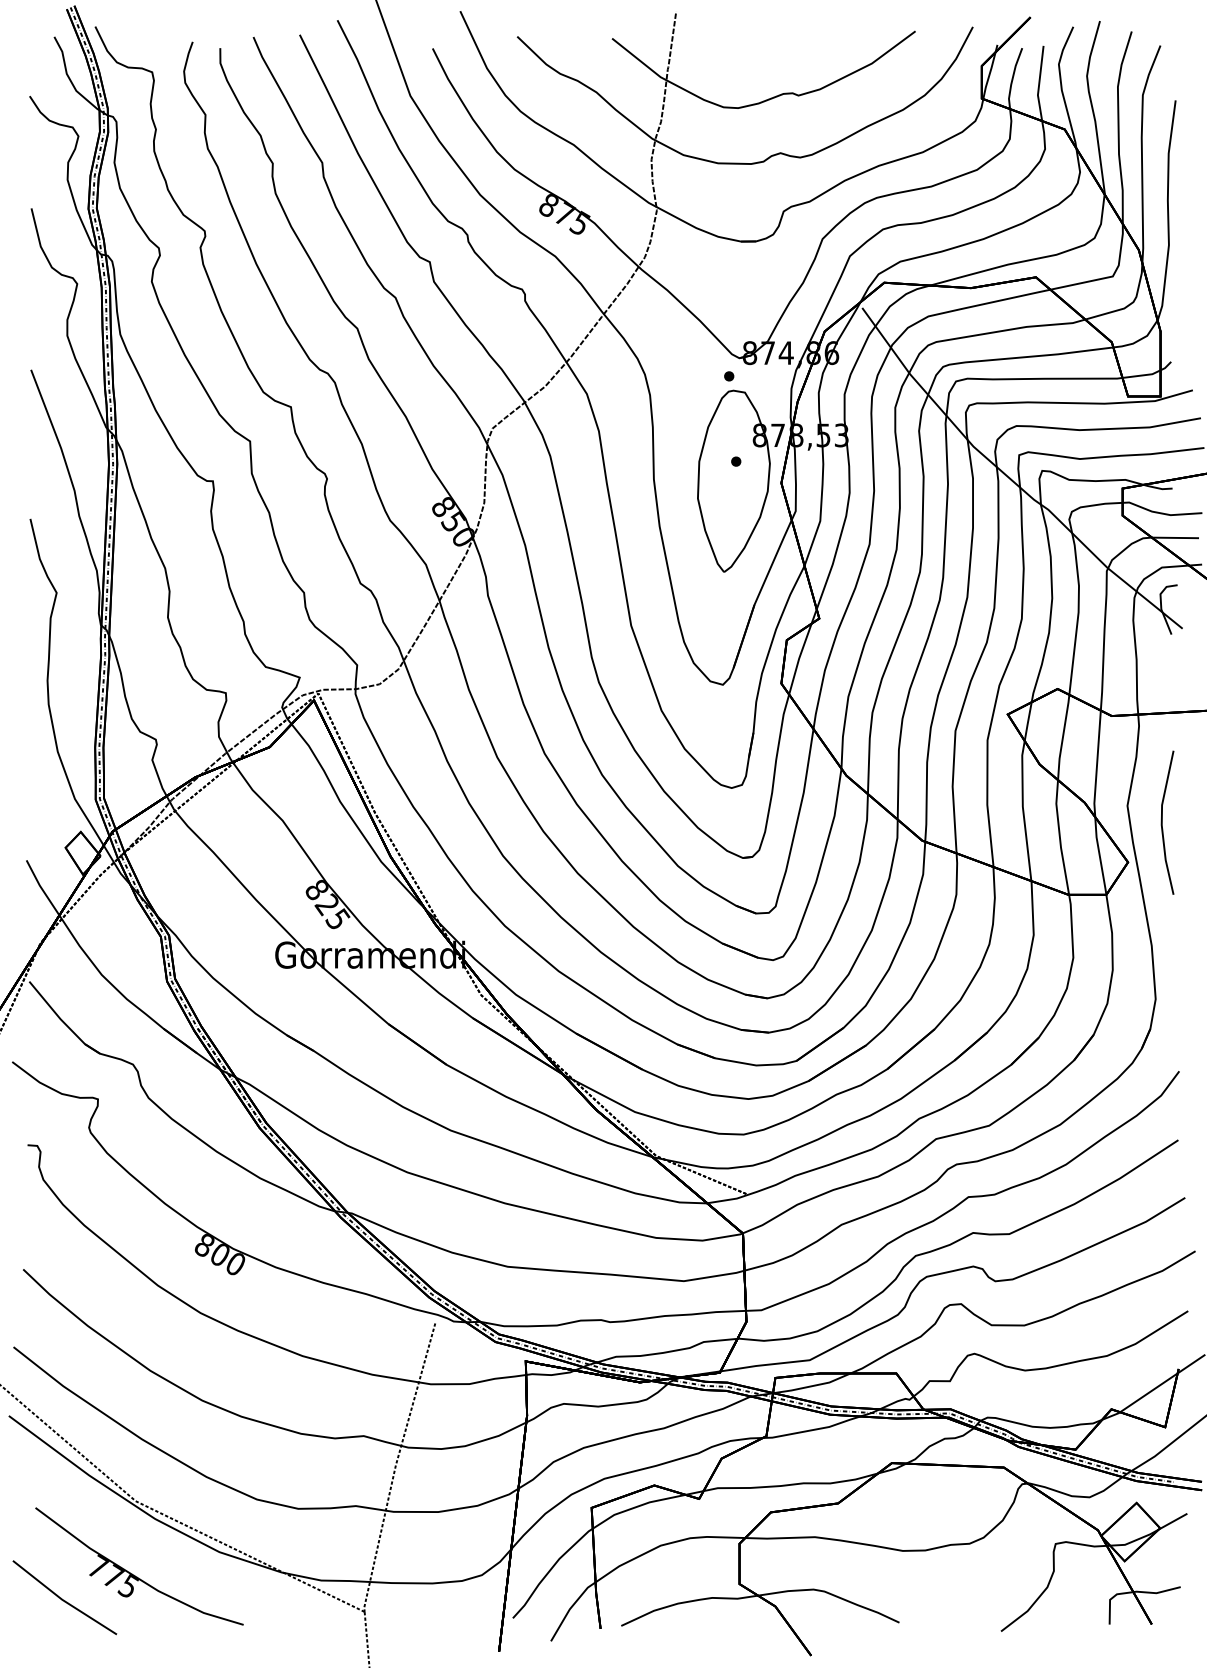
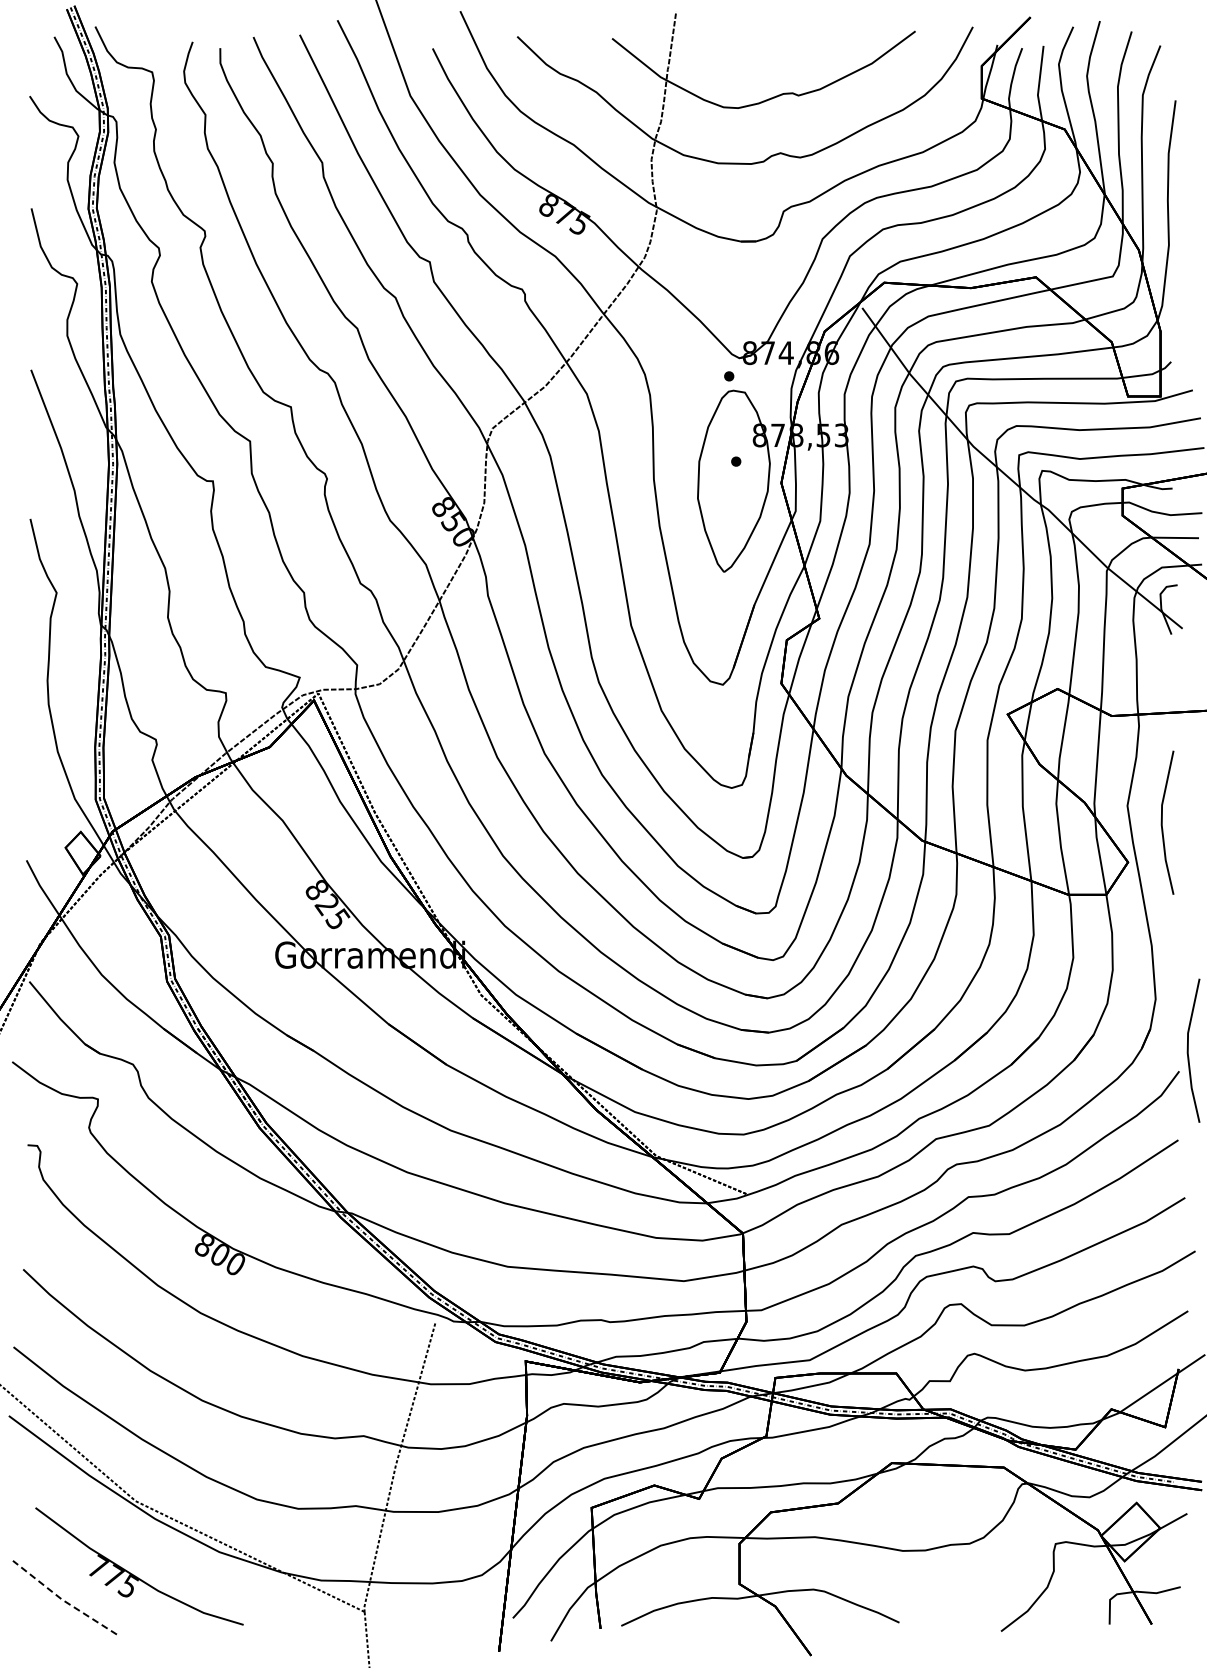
line at (1188, 1050): none -> present
line at (62, 1599): solid -> dashed
